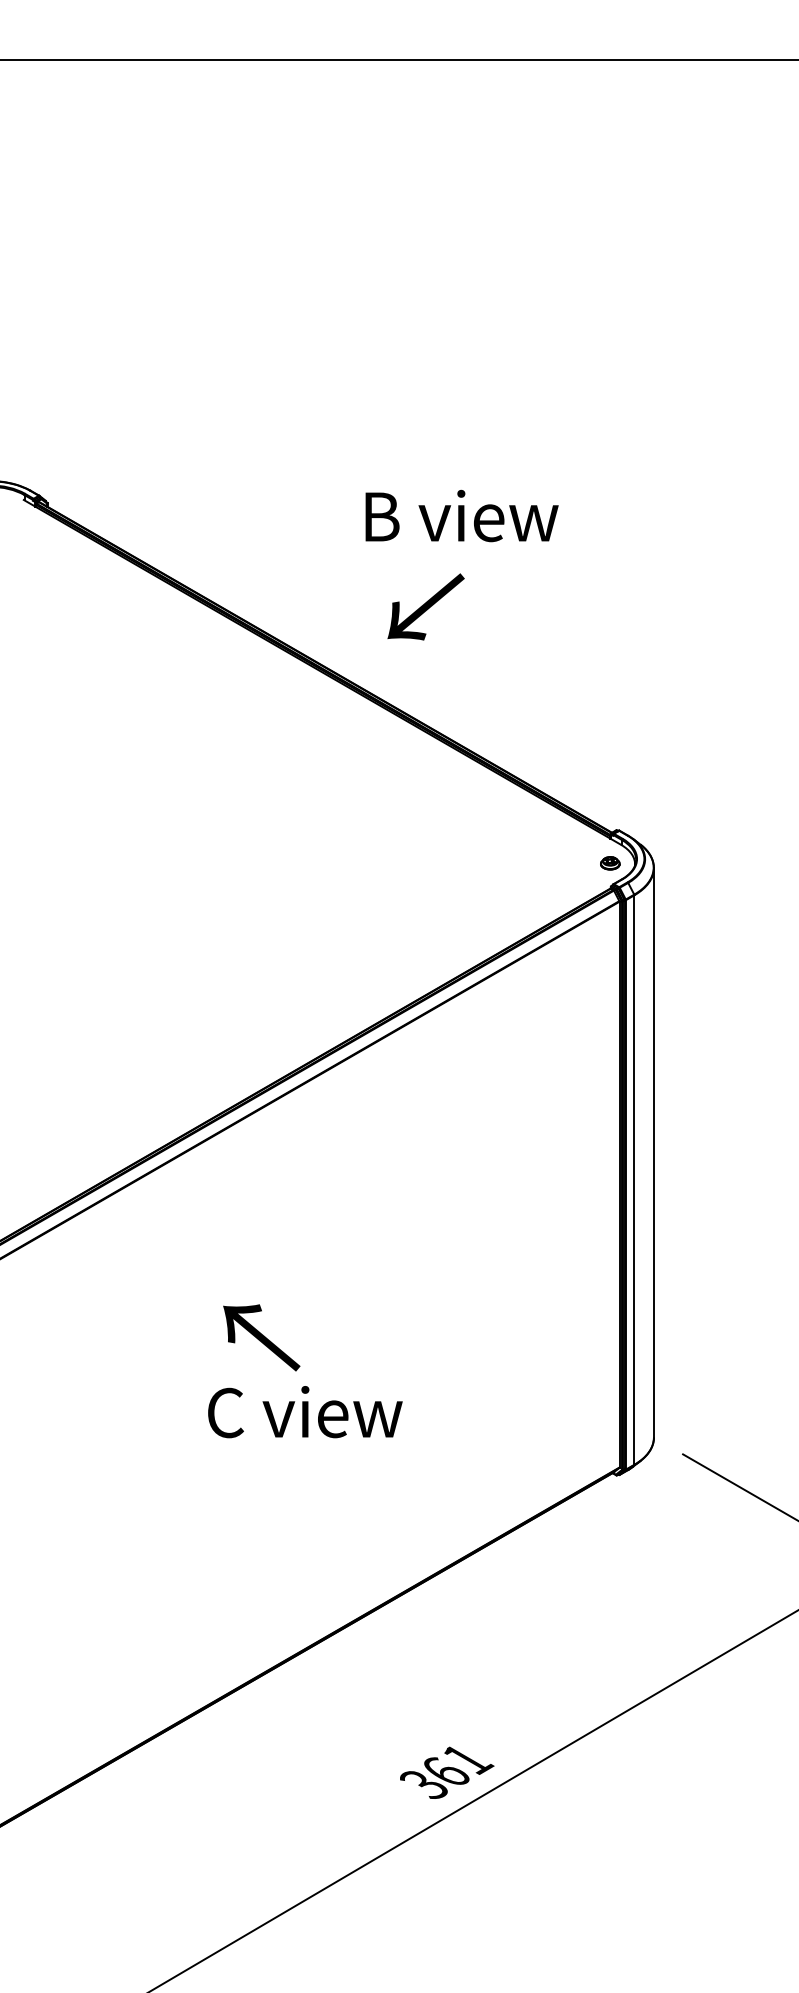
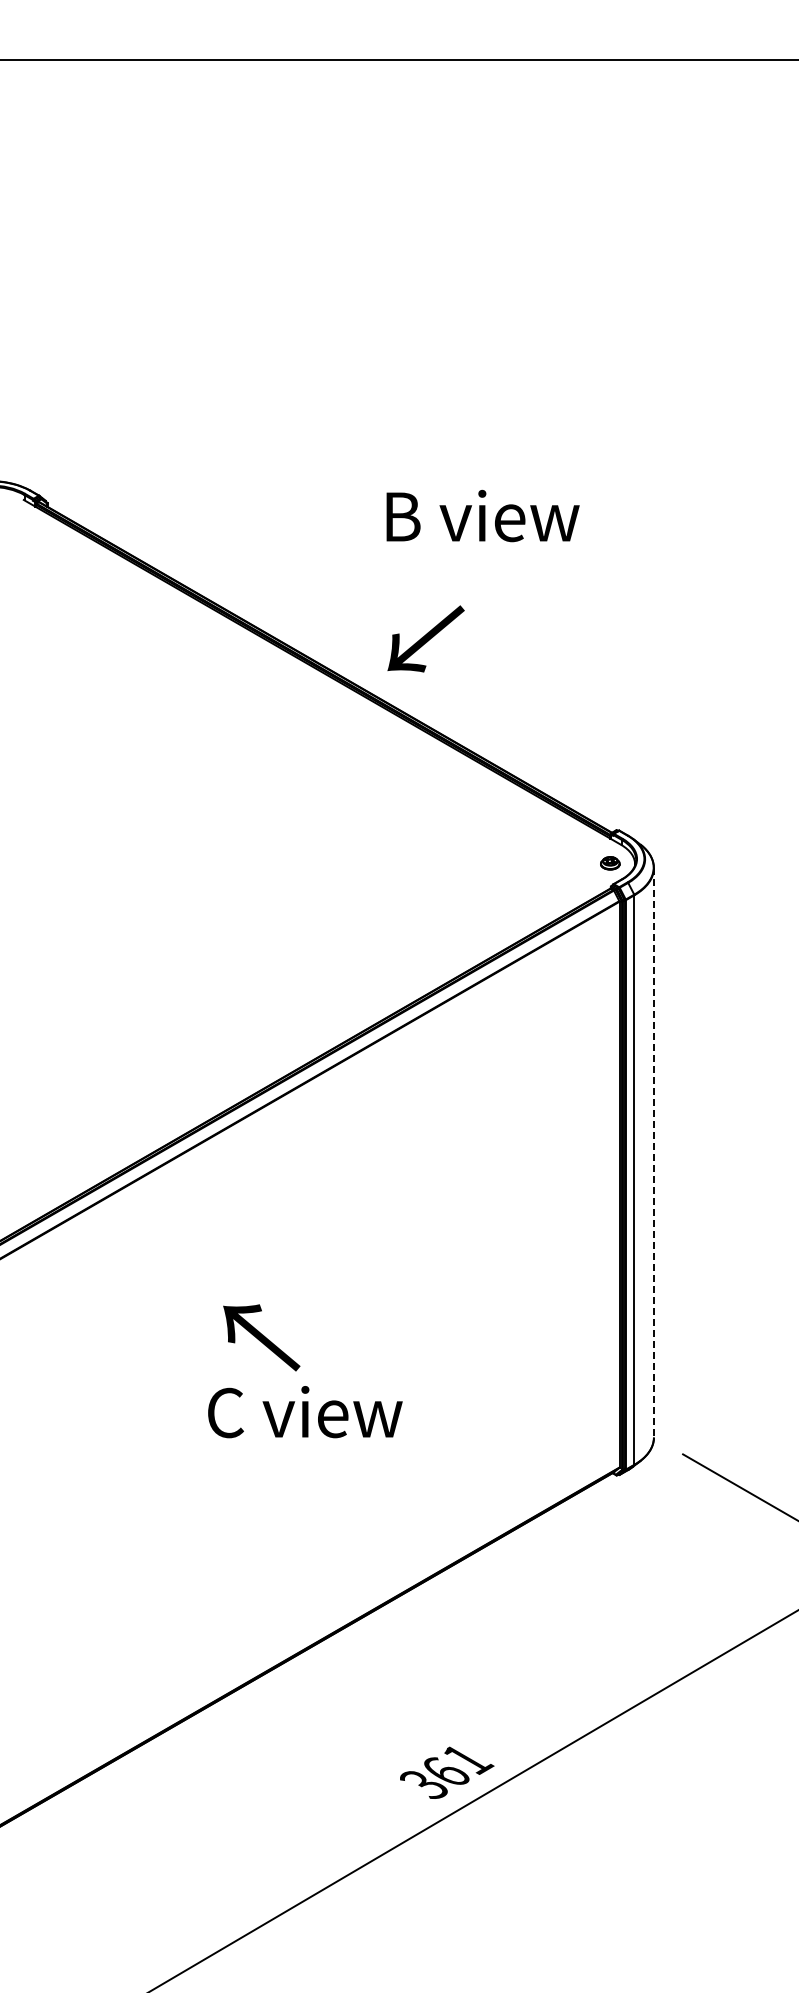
text at (461, 515) position: (461, 515) -> (482, 515)
text at (425, 606) position: (425, 606) -> (425, 638)
line at (653, 1152): solid -> dashed
